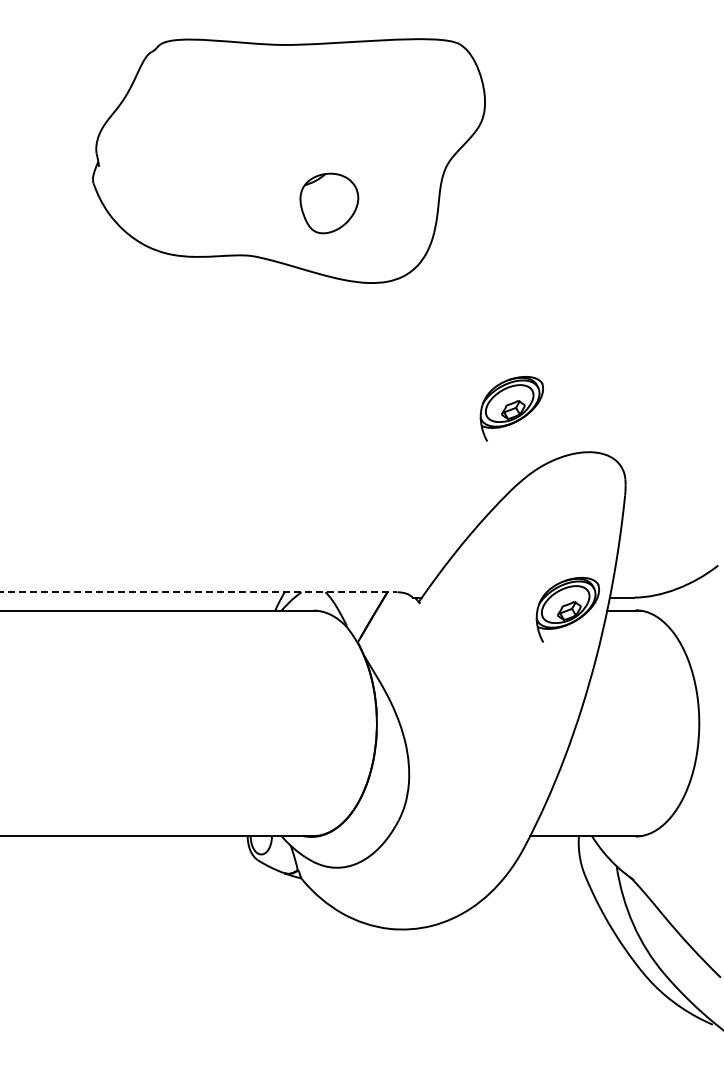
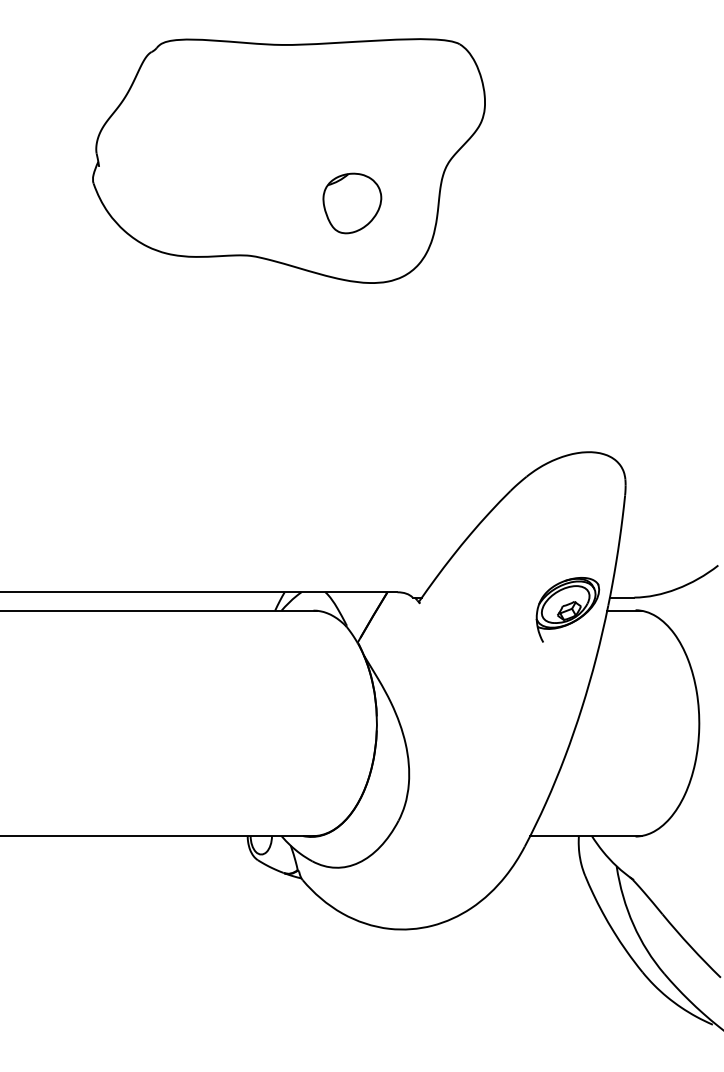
part at (329, 203) position: (329, 203) -> (352, 203)
part at (511, 408): present -> none
line at (199, 592): dashed -> solid
